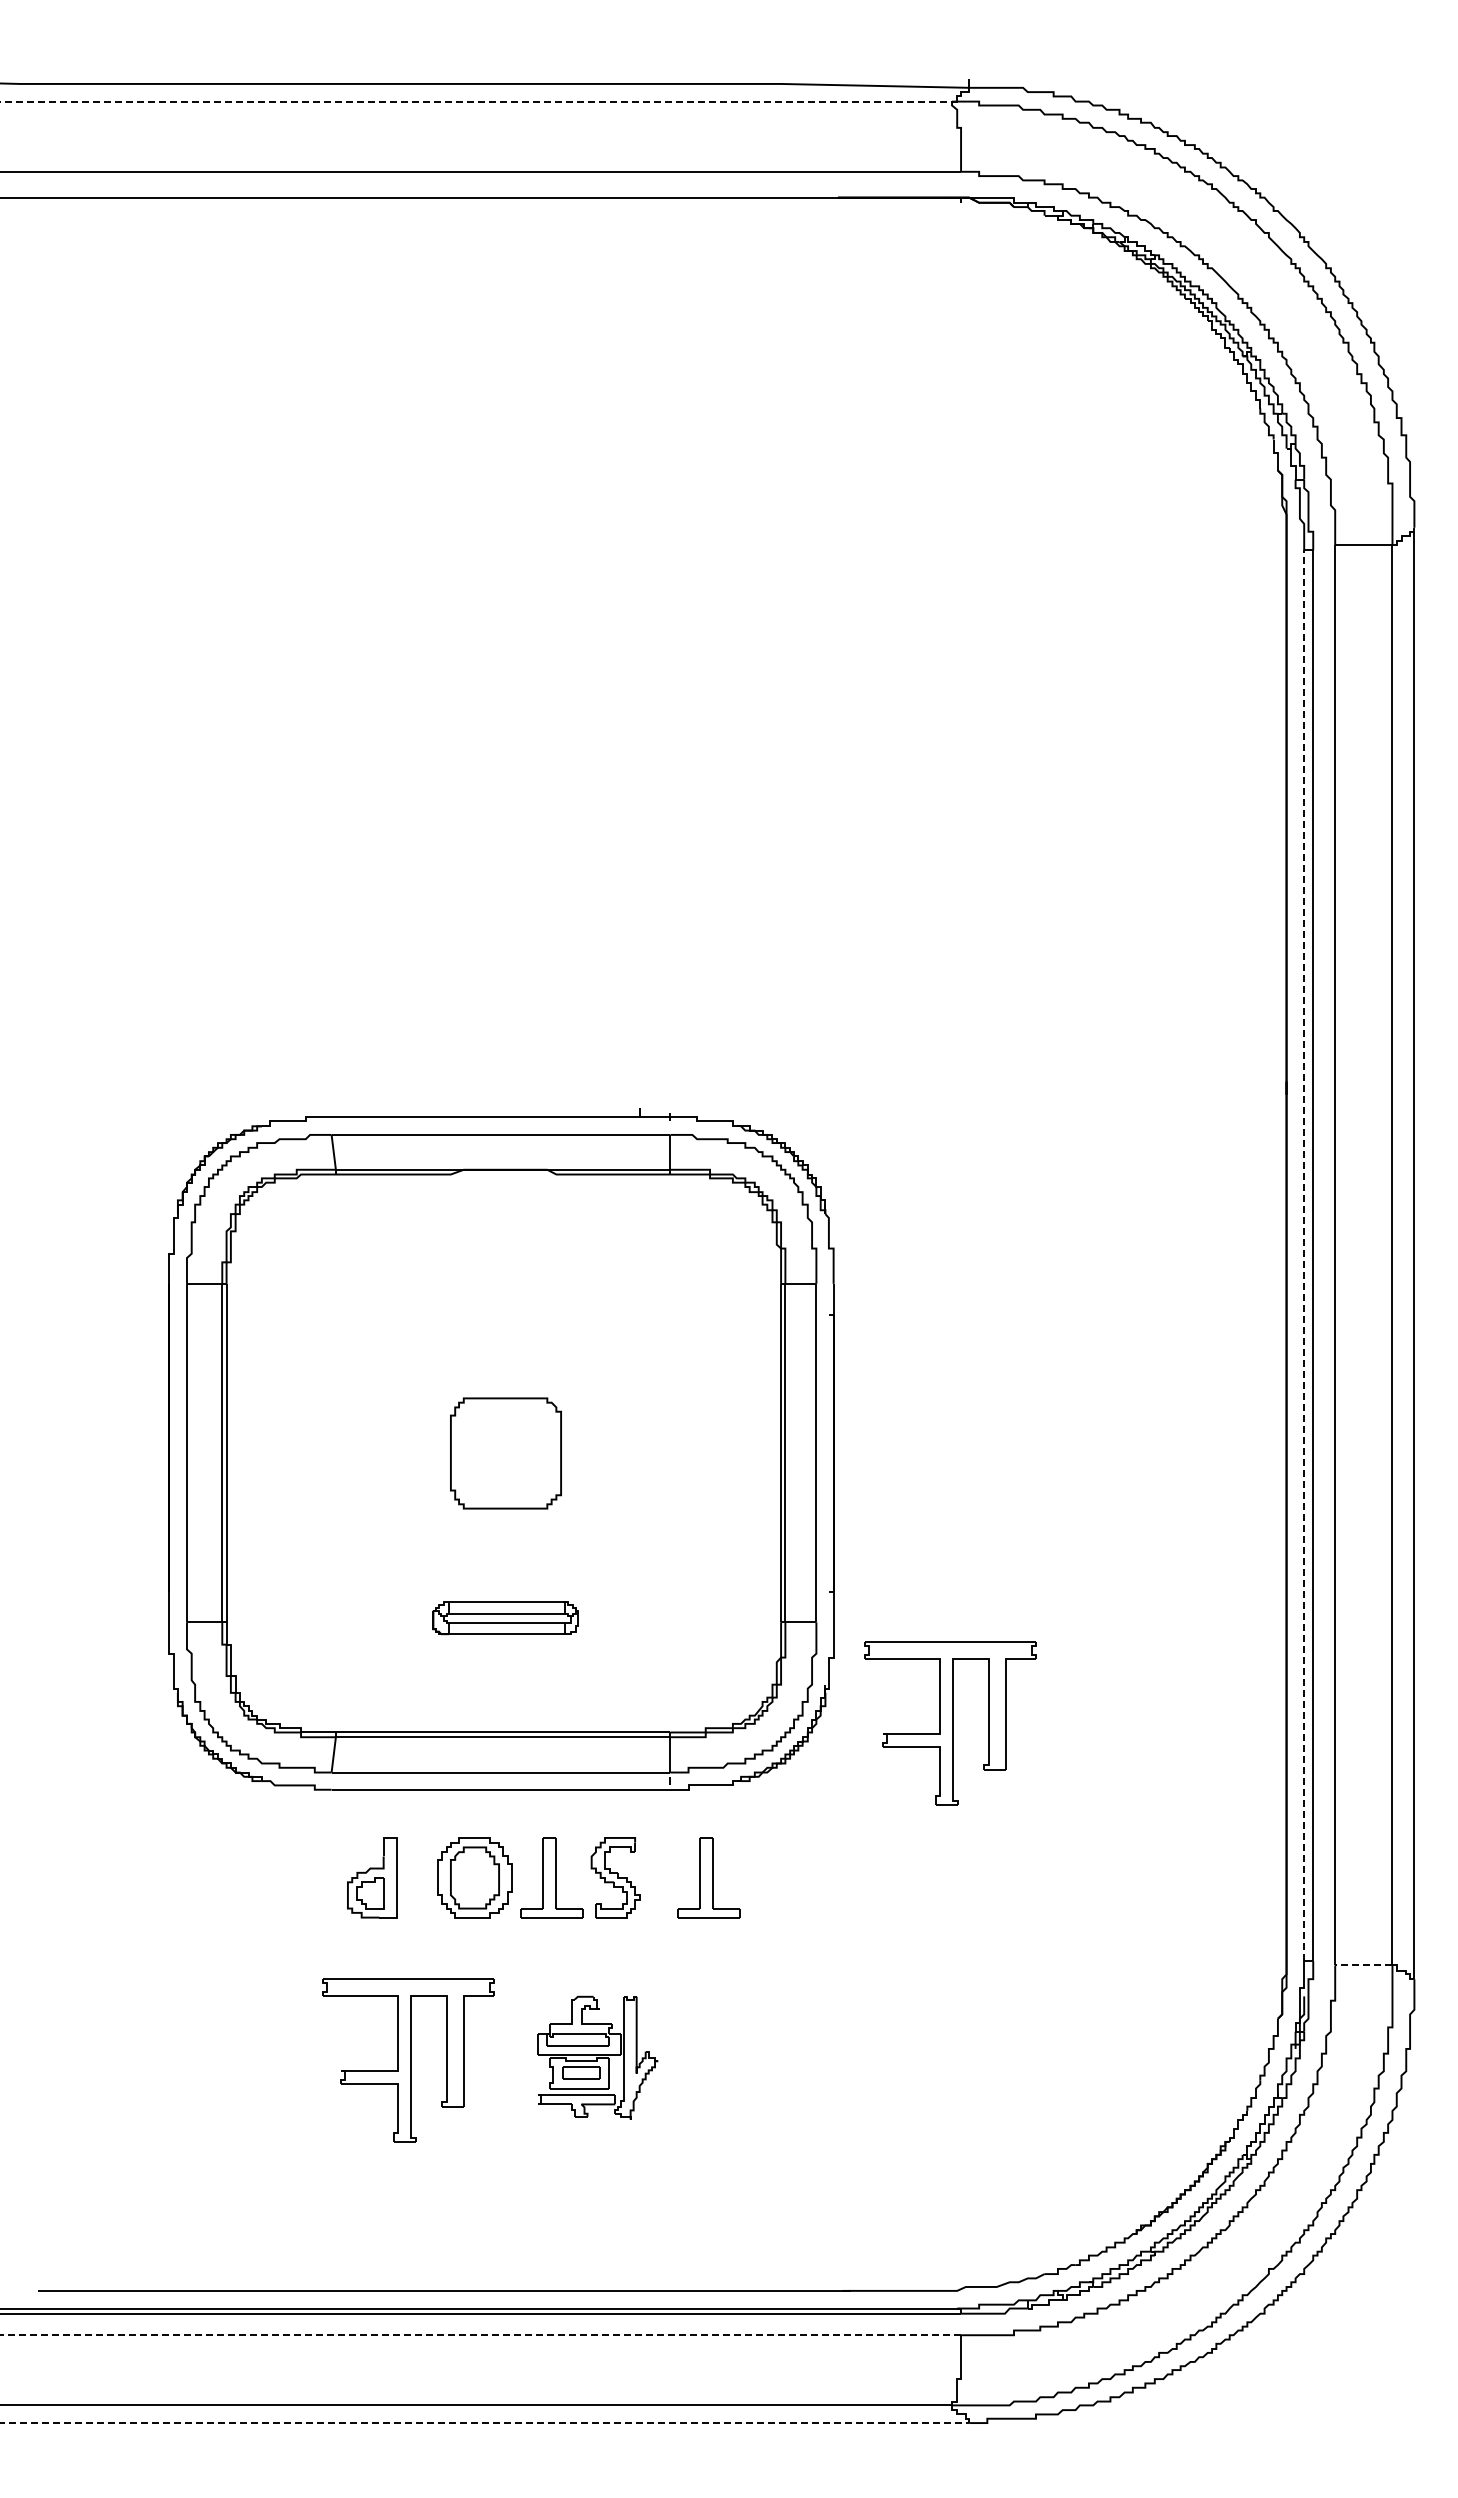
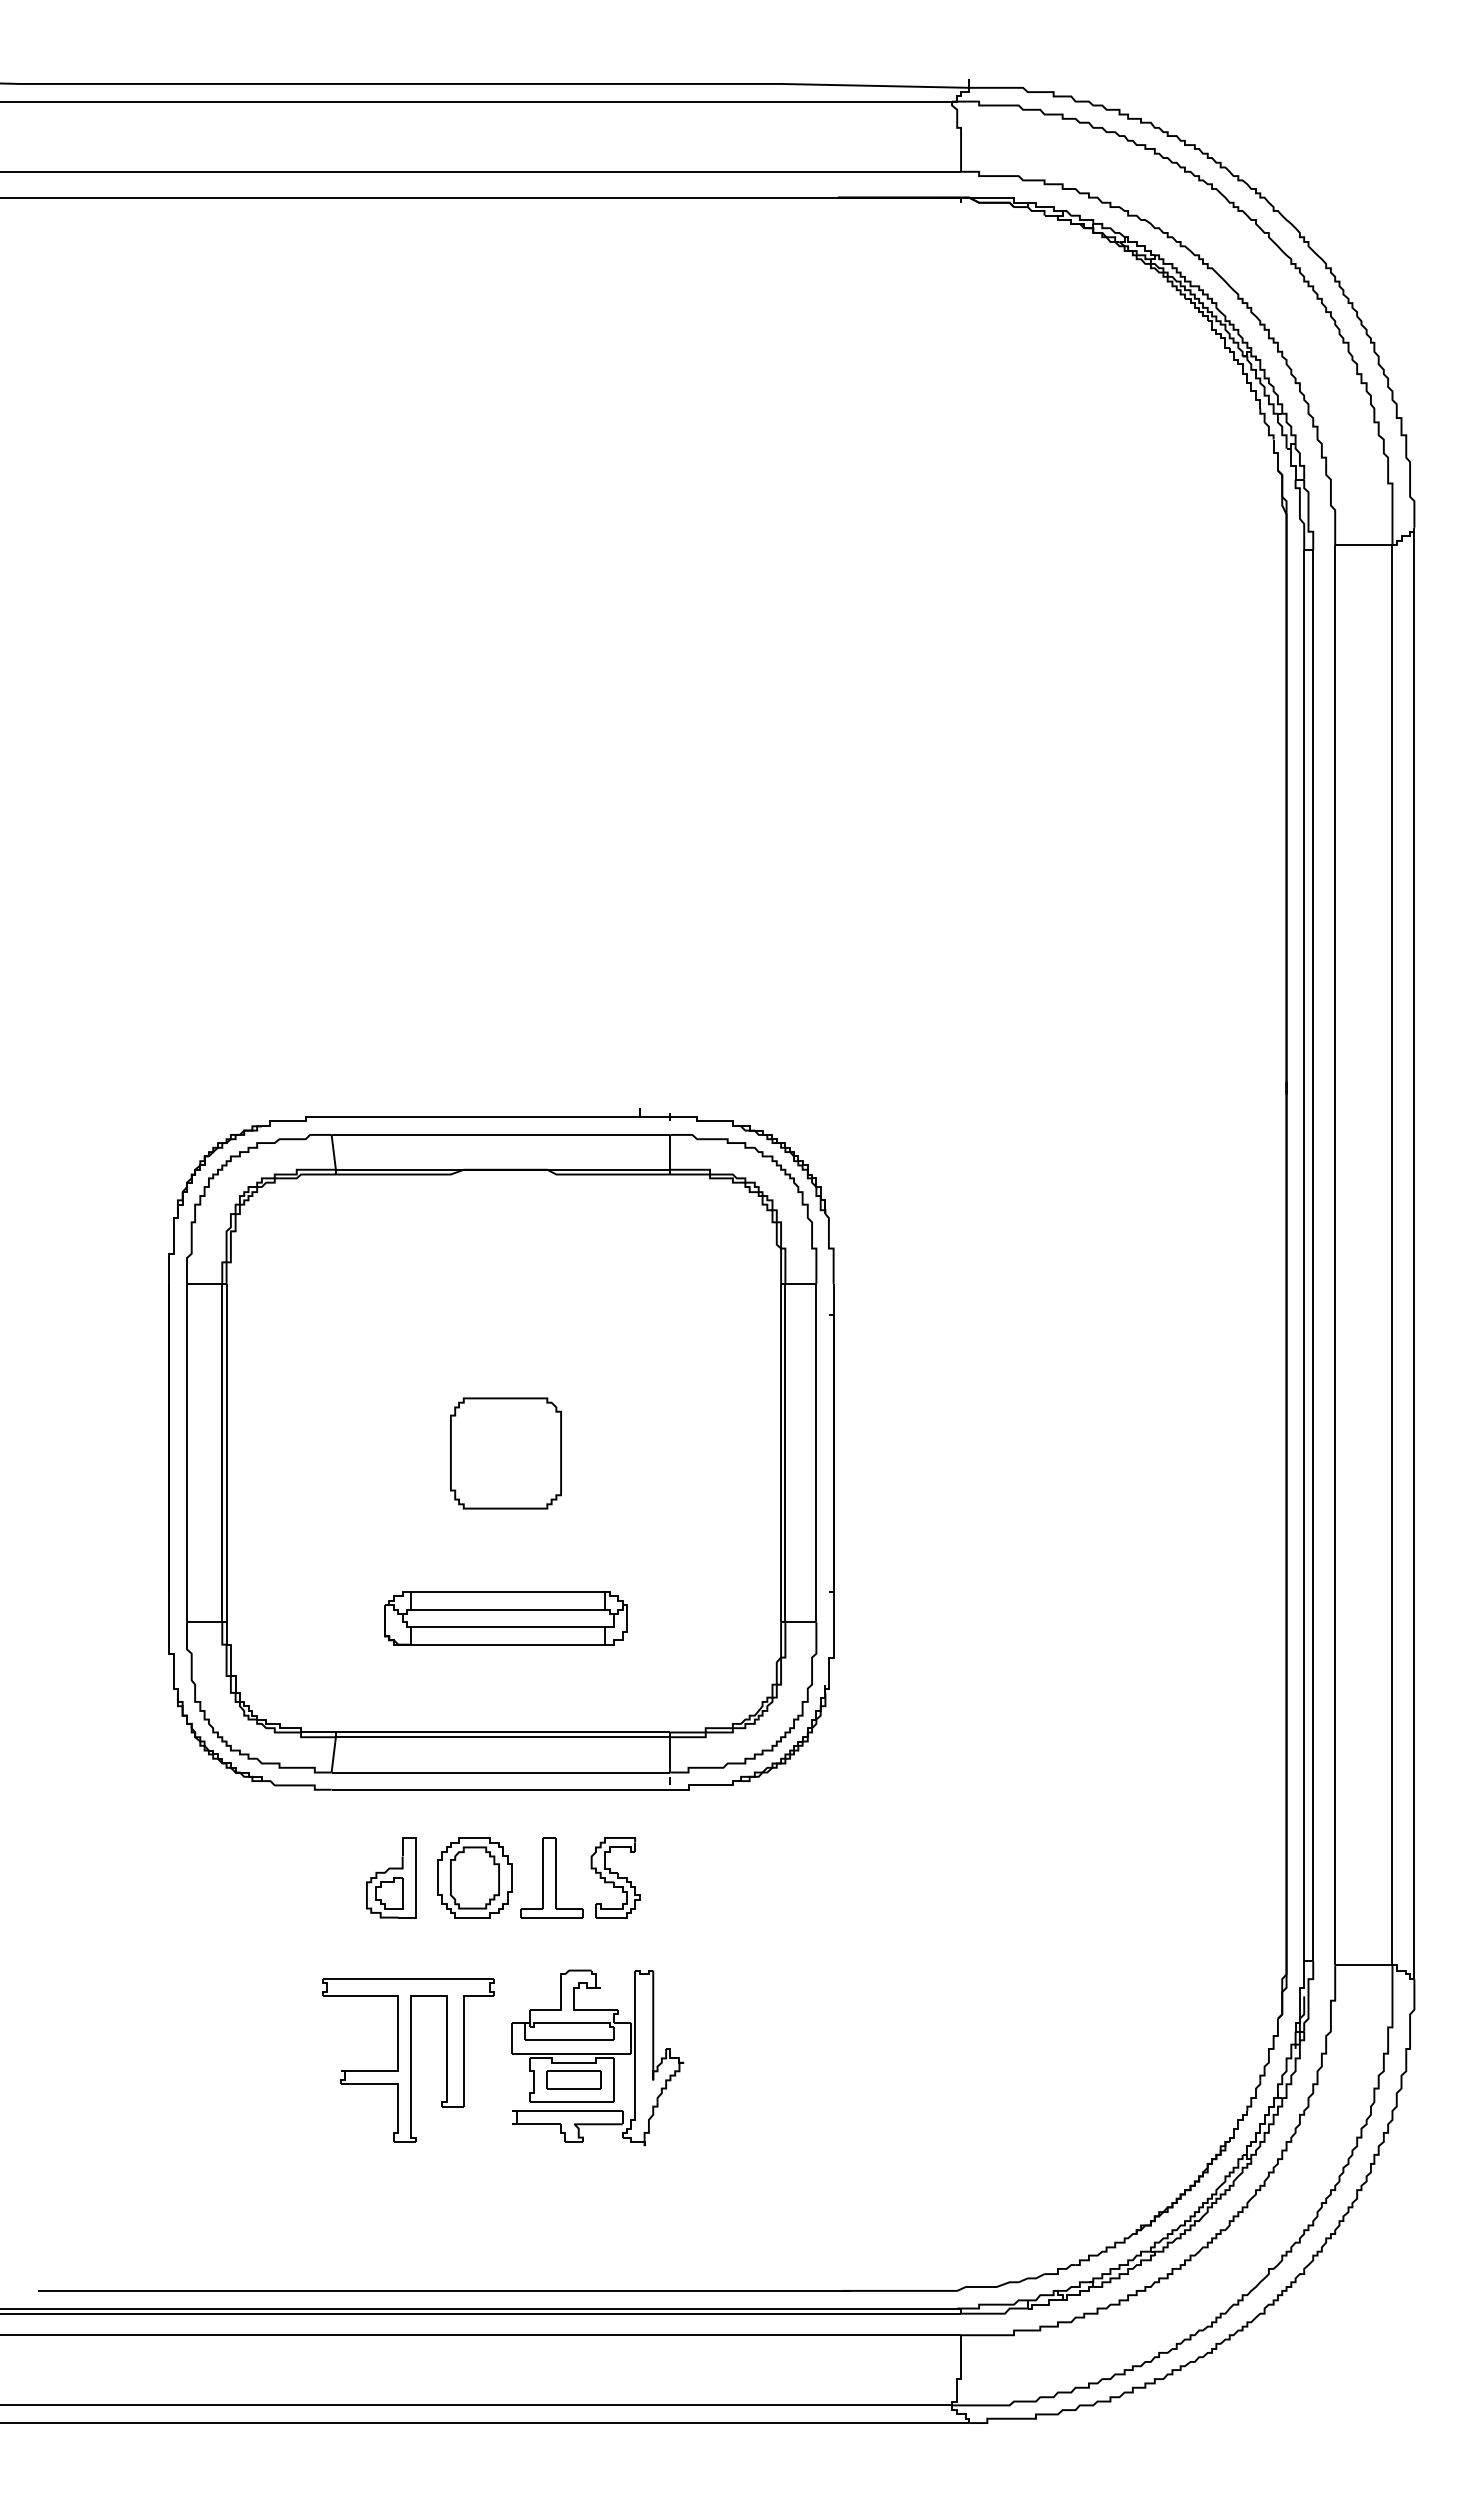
line at (476, 101): dashed -> solid
line at (1304, 1255): dashed -> solid
part at (505, 1618) size: 147x35 px -> 244x55 px
part at (950, 1723): present -> none
part at (372, 1877) position: (372, 1877) -> (391, 1877)
part at (708, 1877): present -> none
line at (1363, 1965): dashed -> solid
part at (597, 2057) size: 122x125 px -> 174x178 px
line at (481, 2335): dashed -> solid
line at (485, 2423): dashed -> solid
